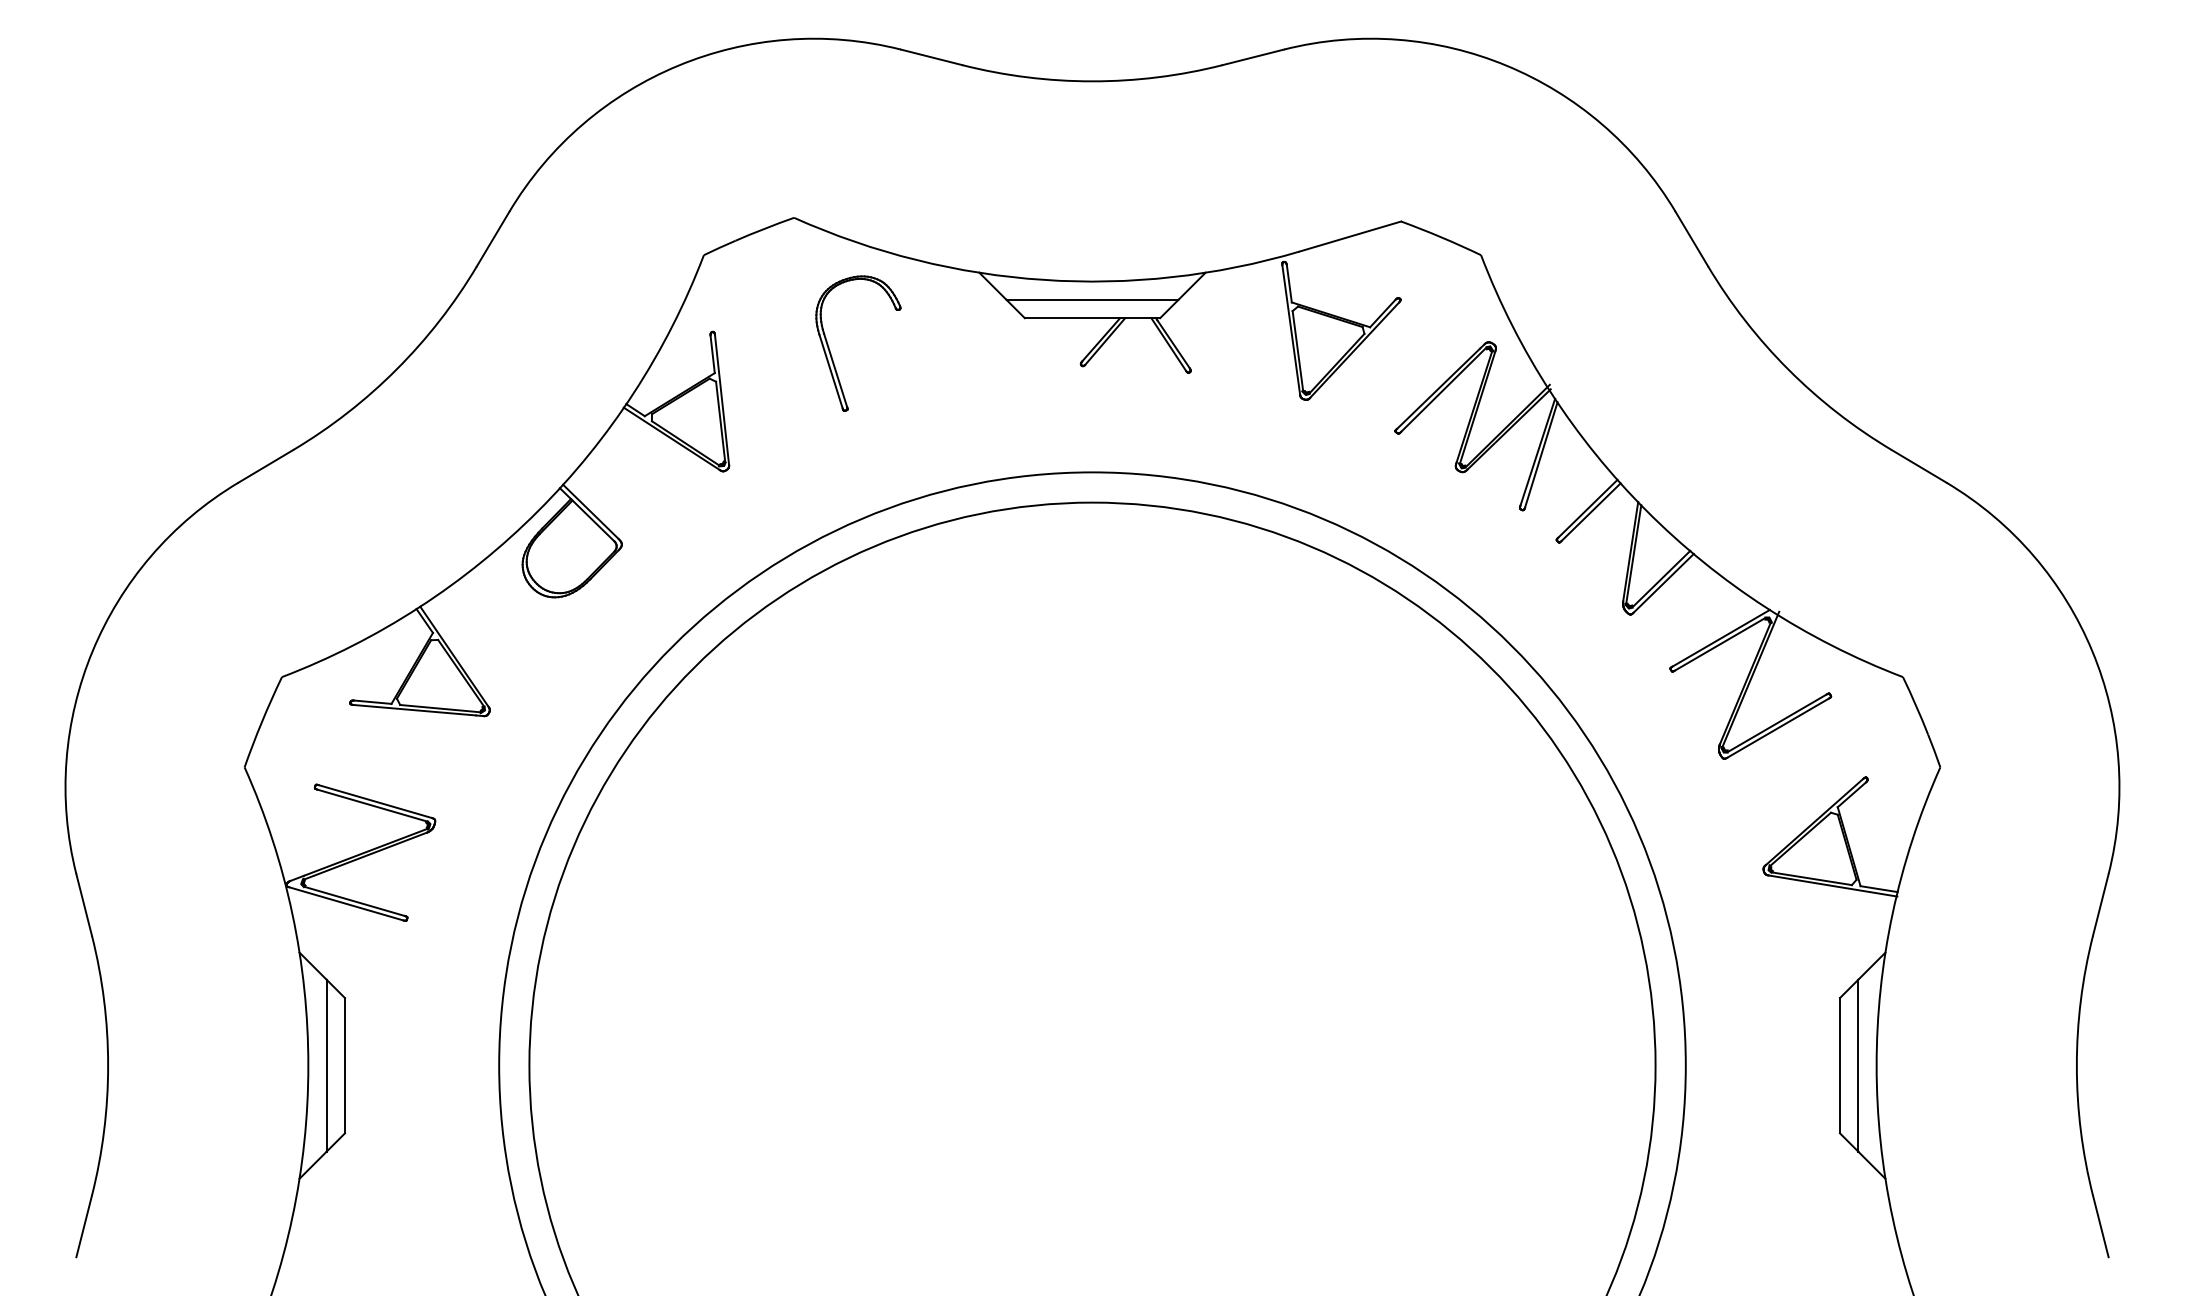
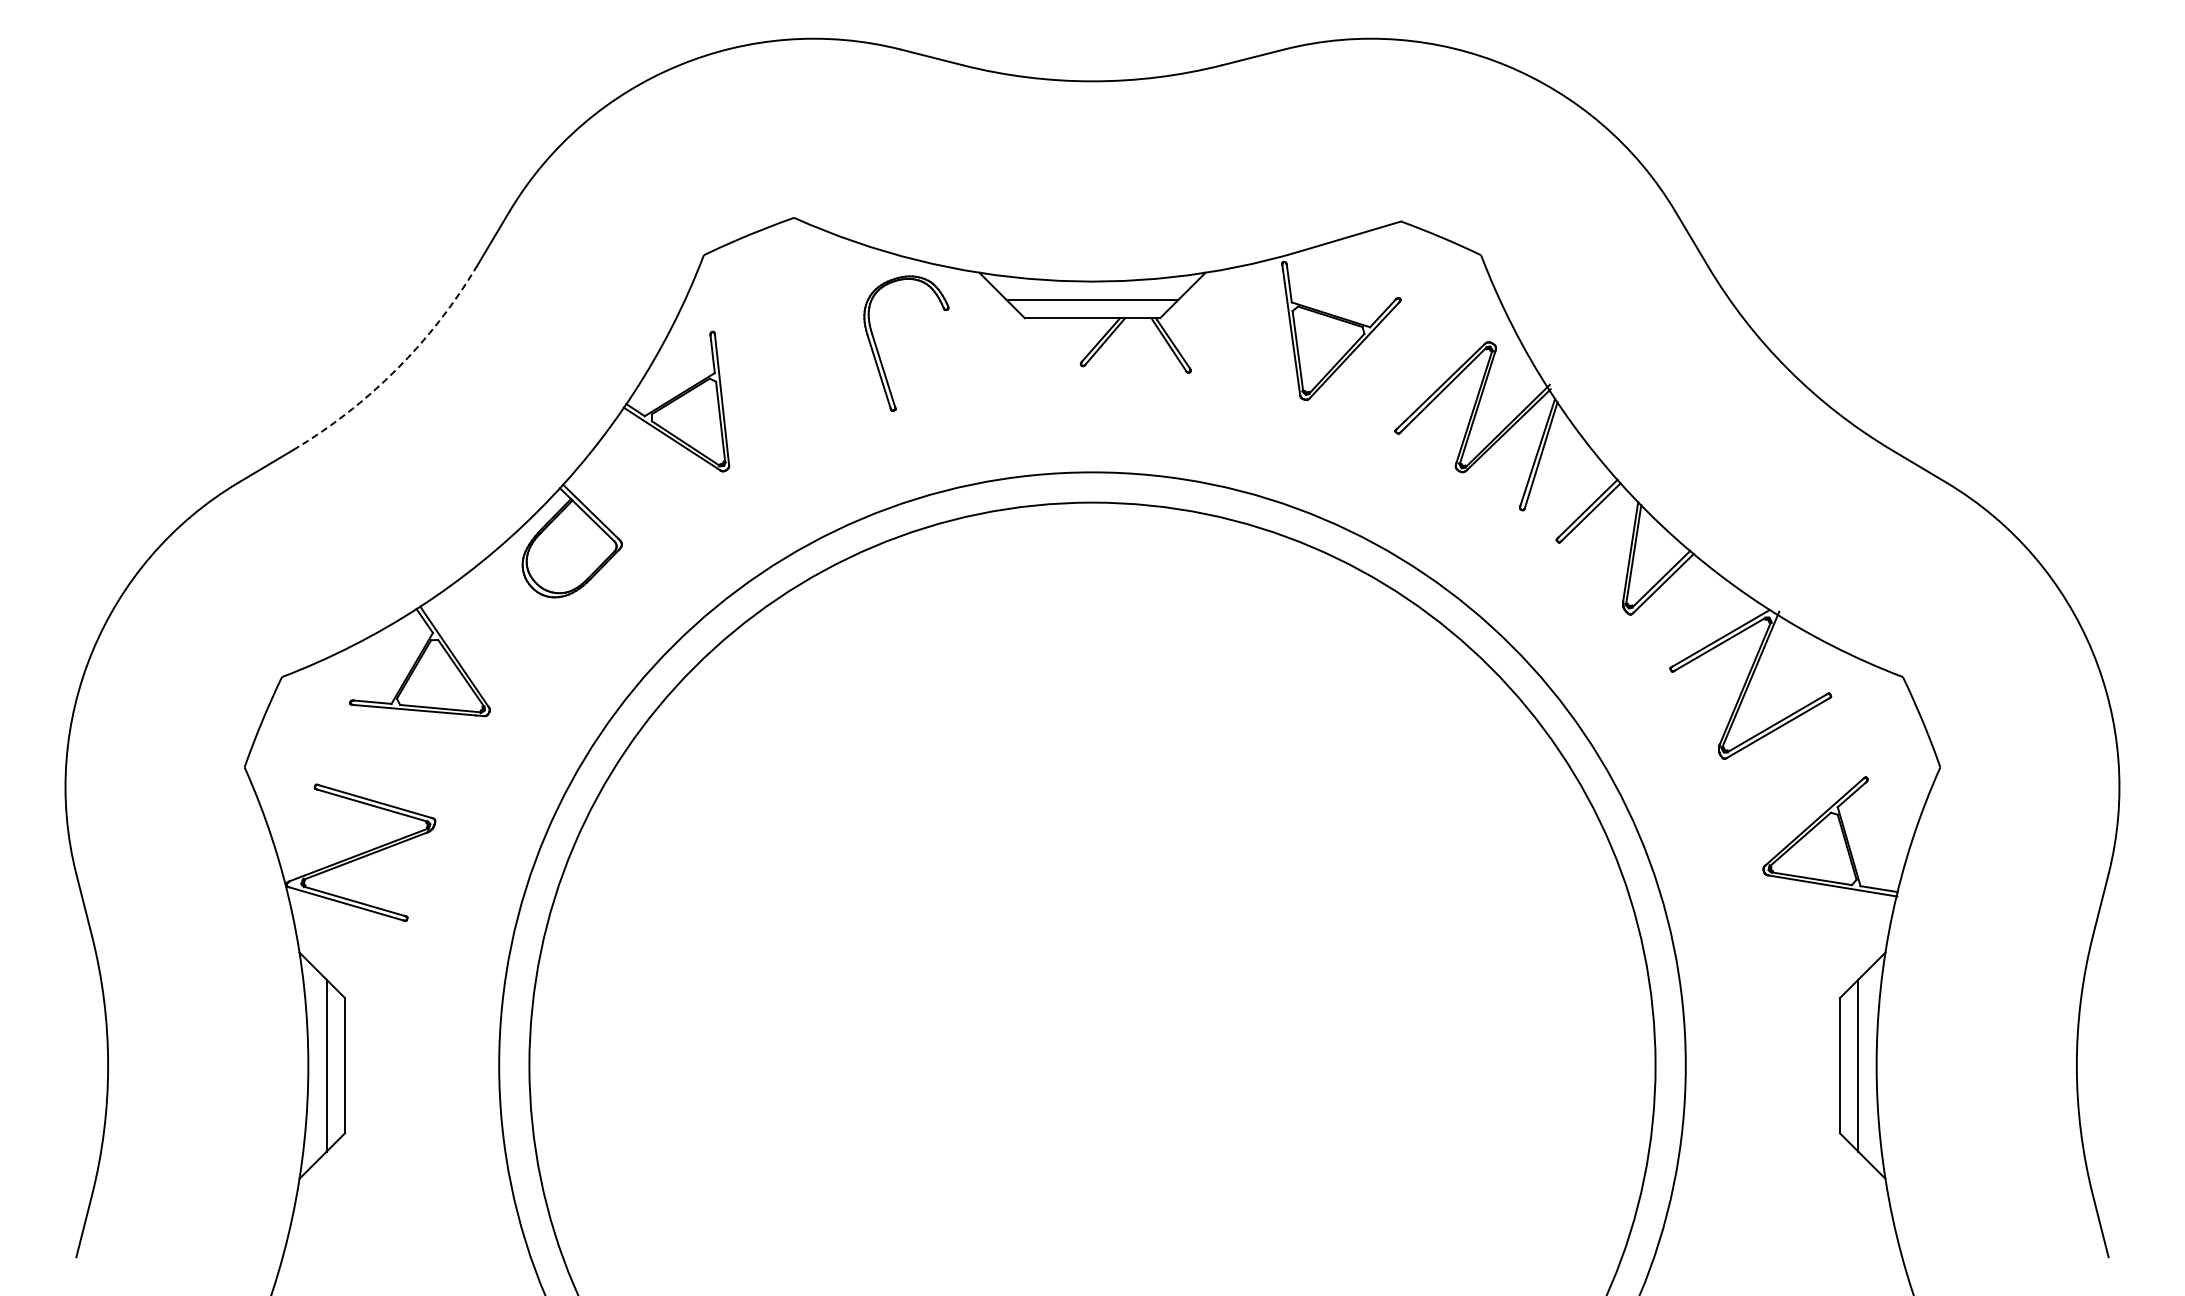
part at (831, 353) position: (831, 353) -> (879, 353)
arc at (396, 369): solid -> dashed
